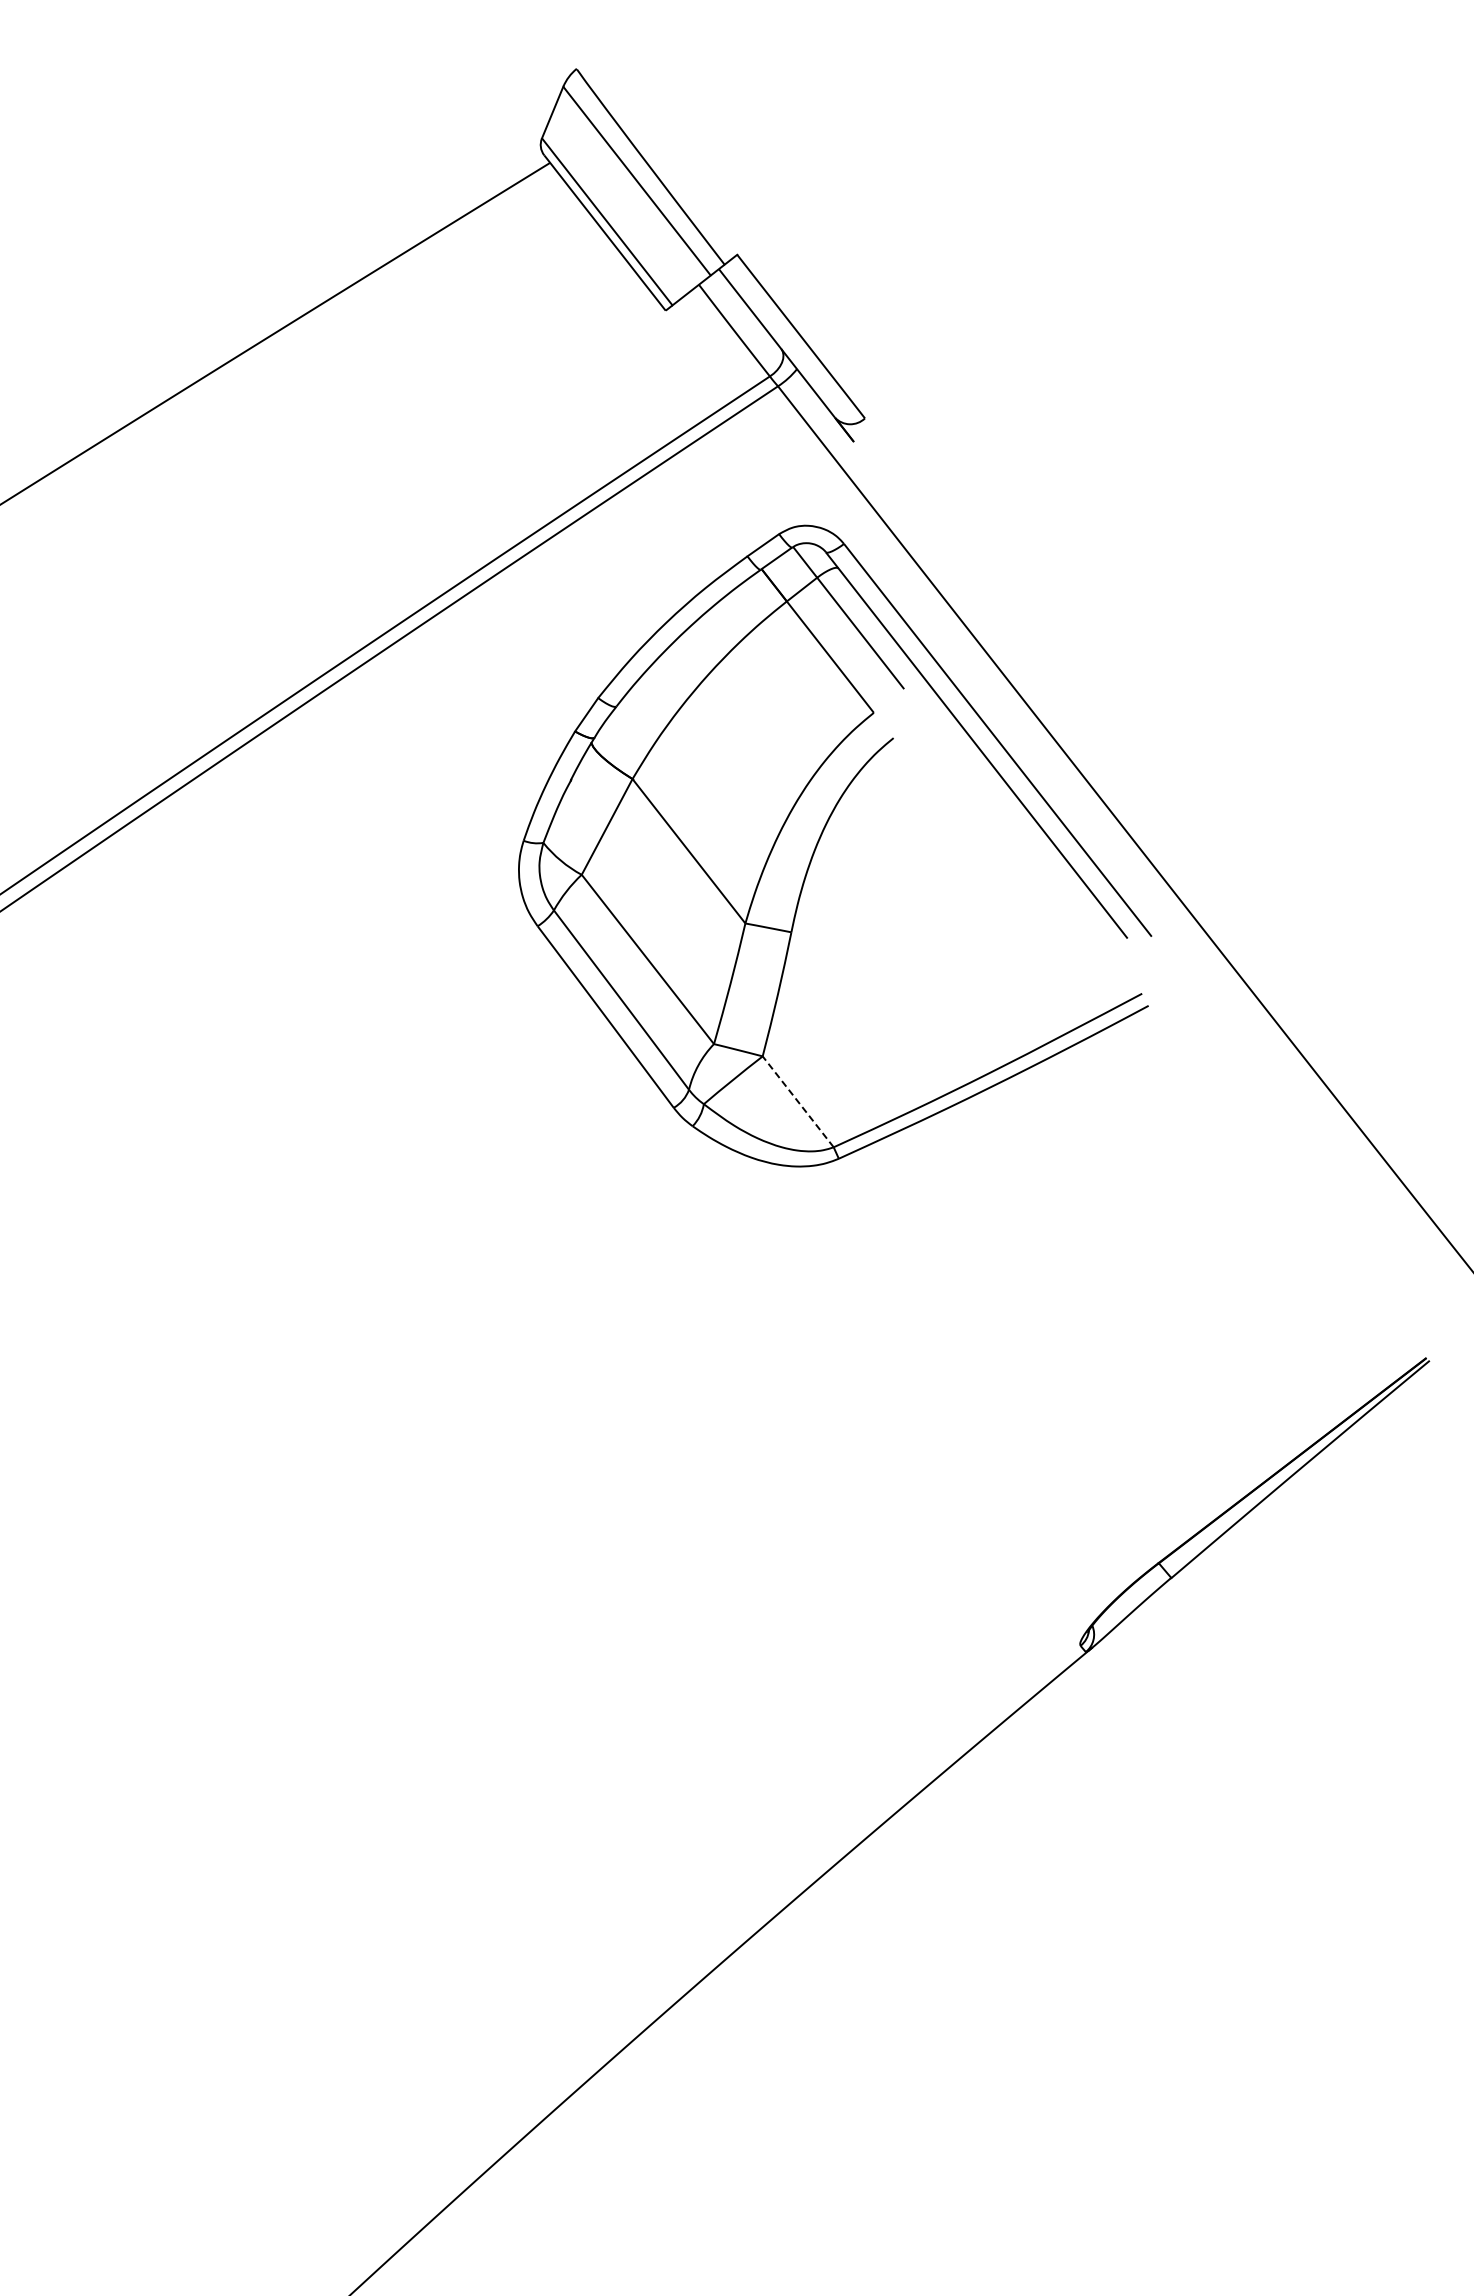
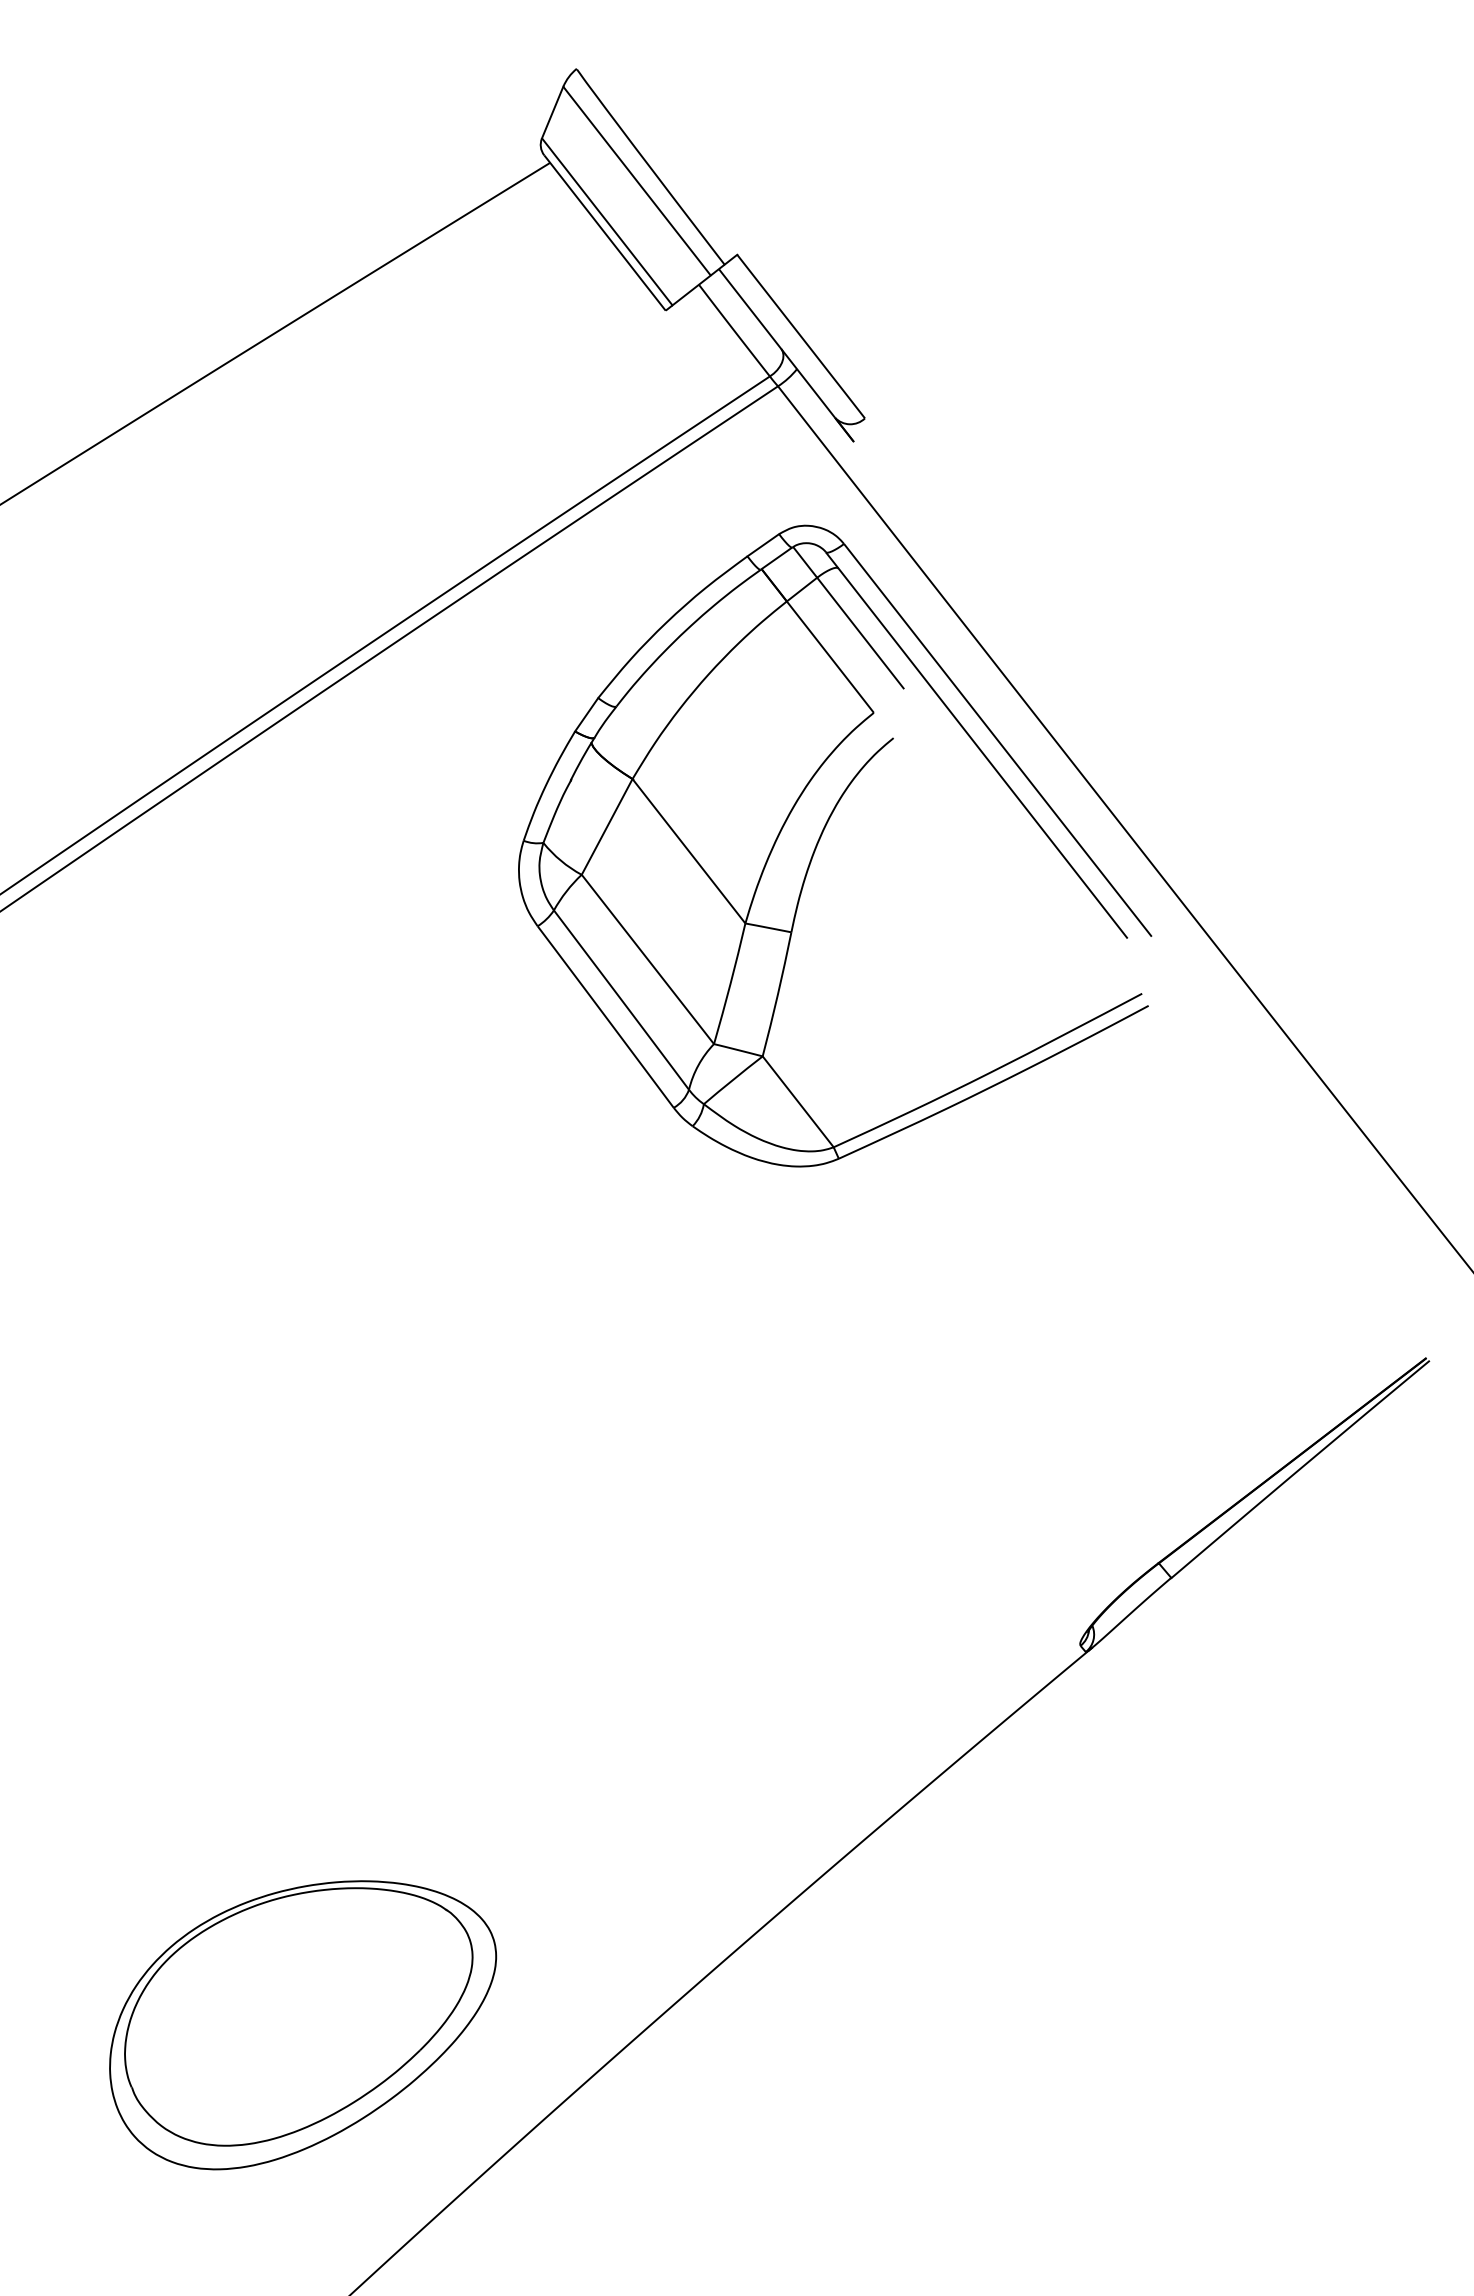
line at (798, 1101): dashed -> solid
part at (303, 2025): none -> present
